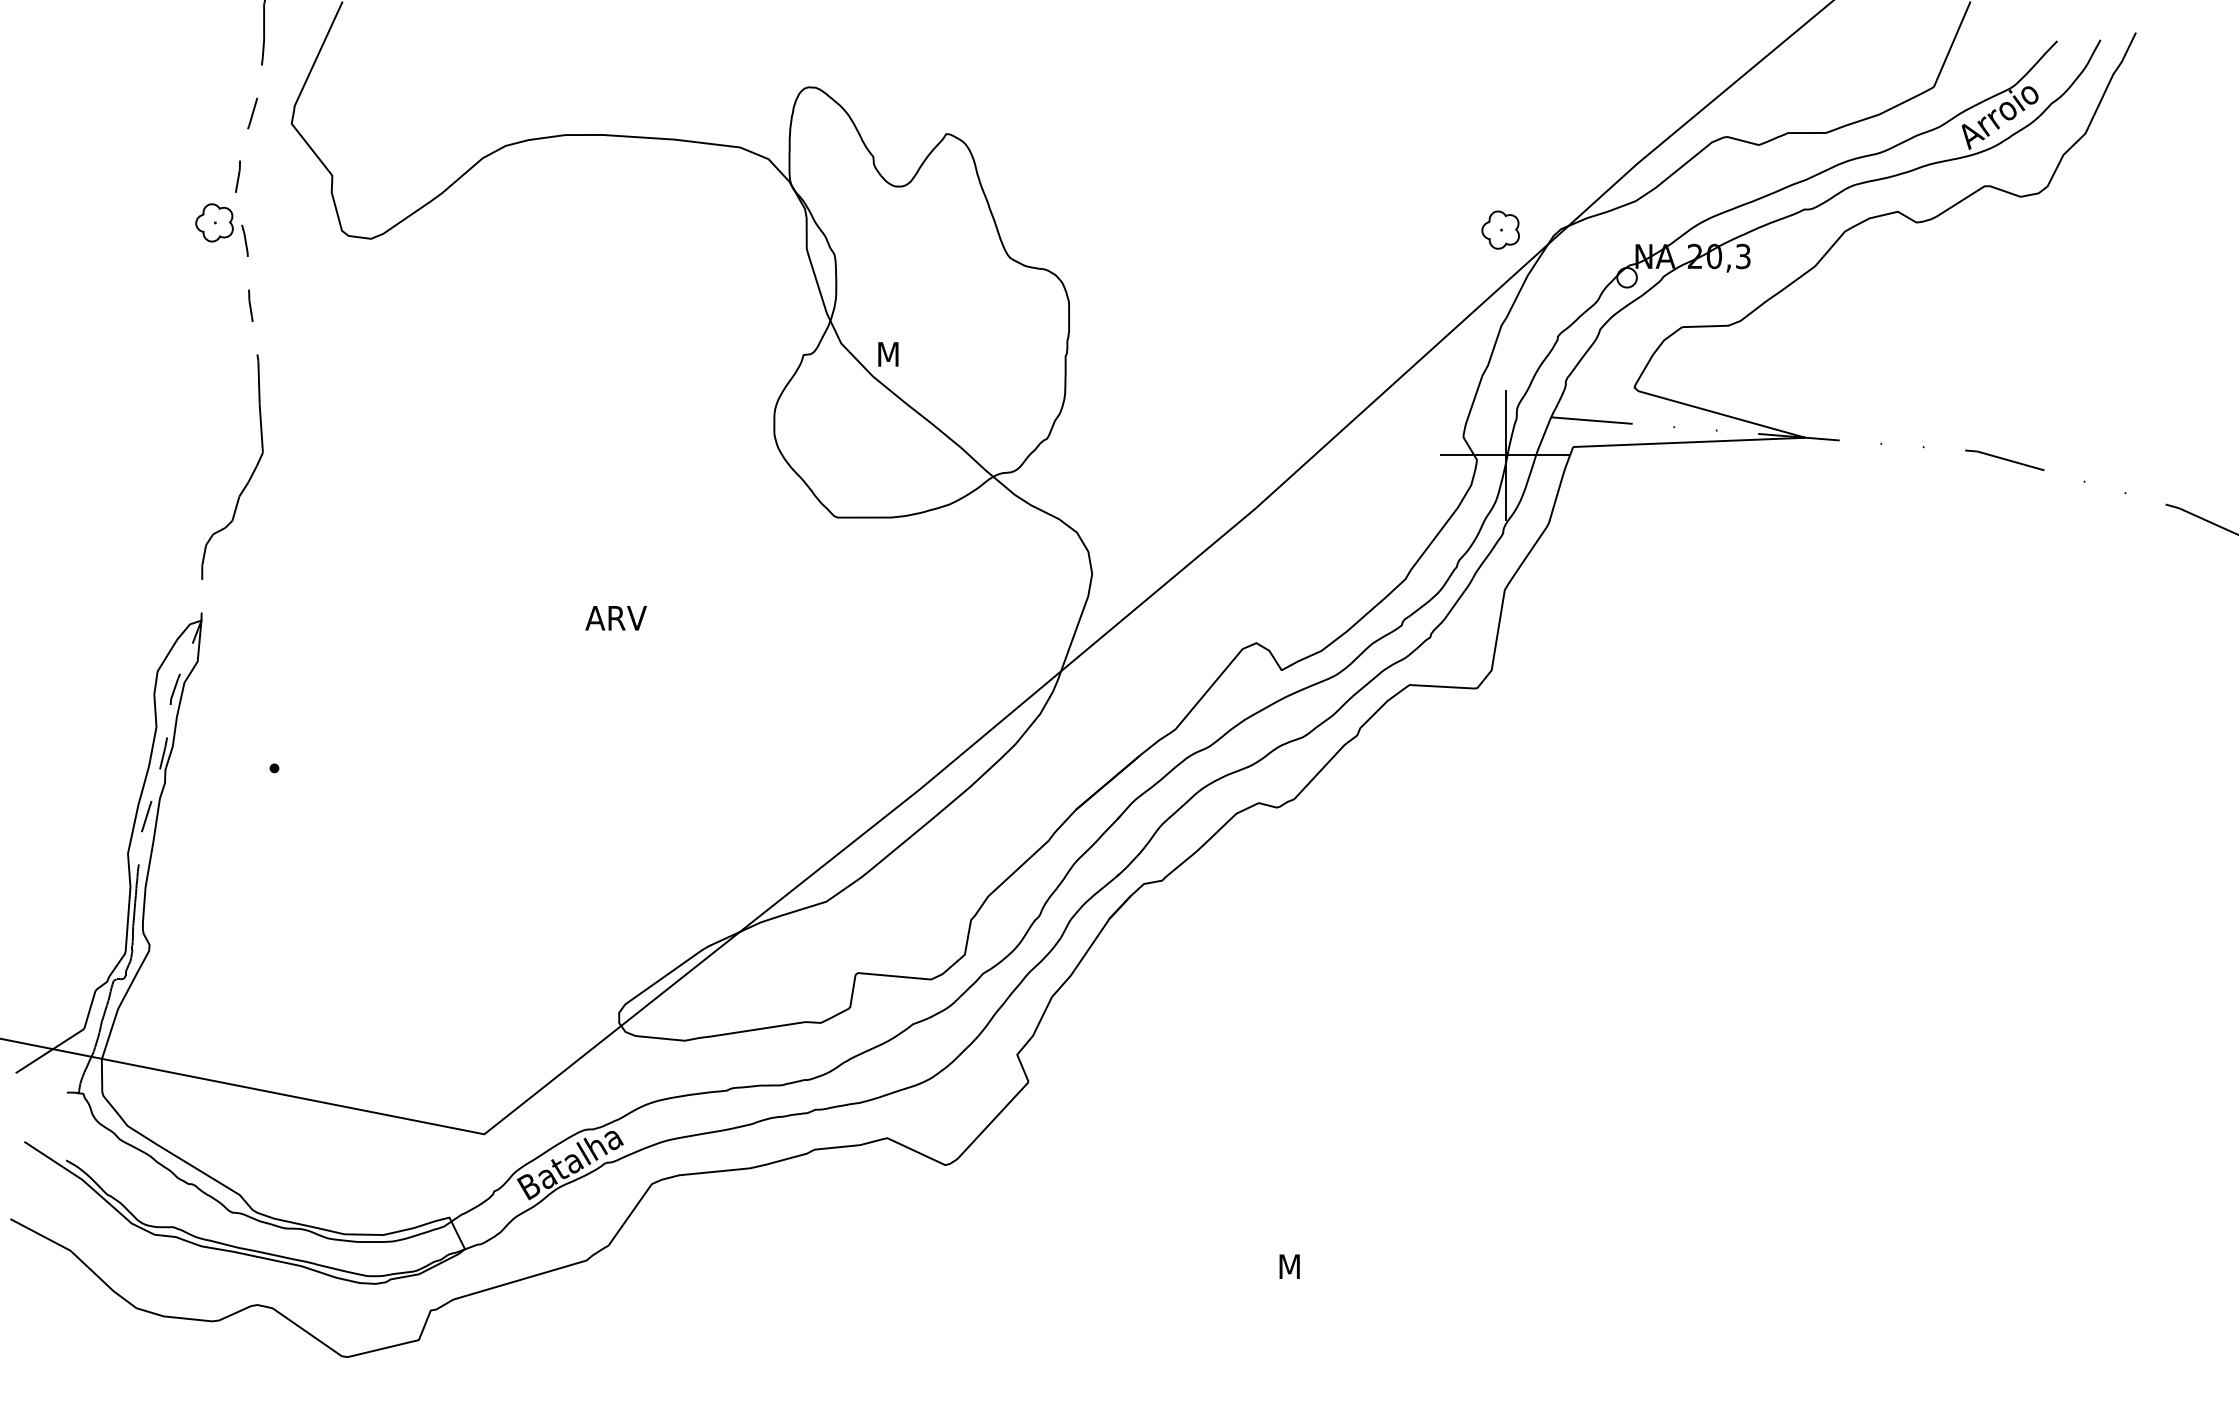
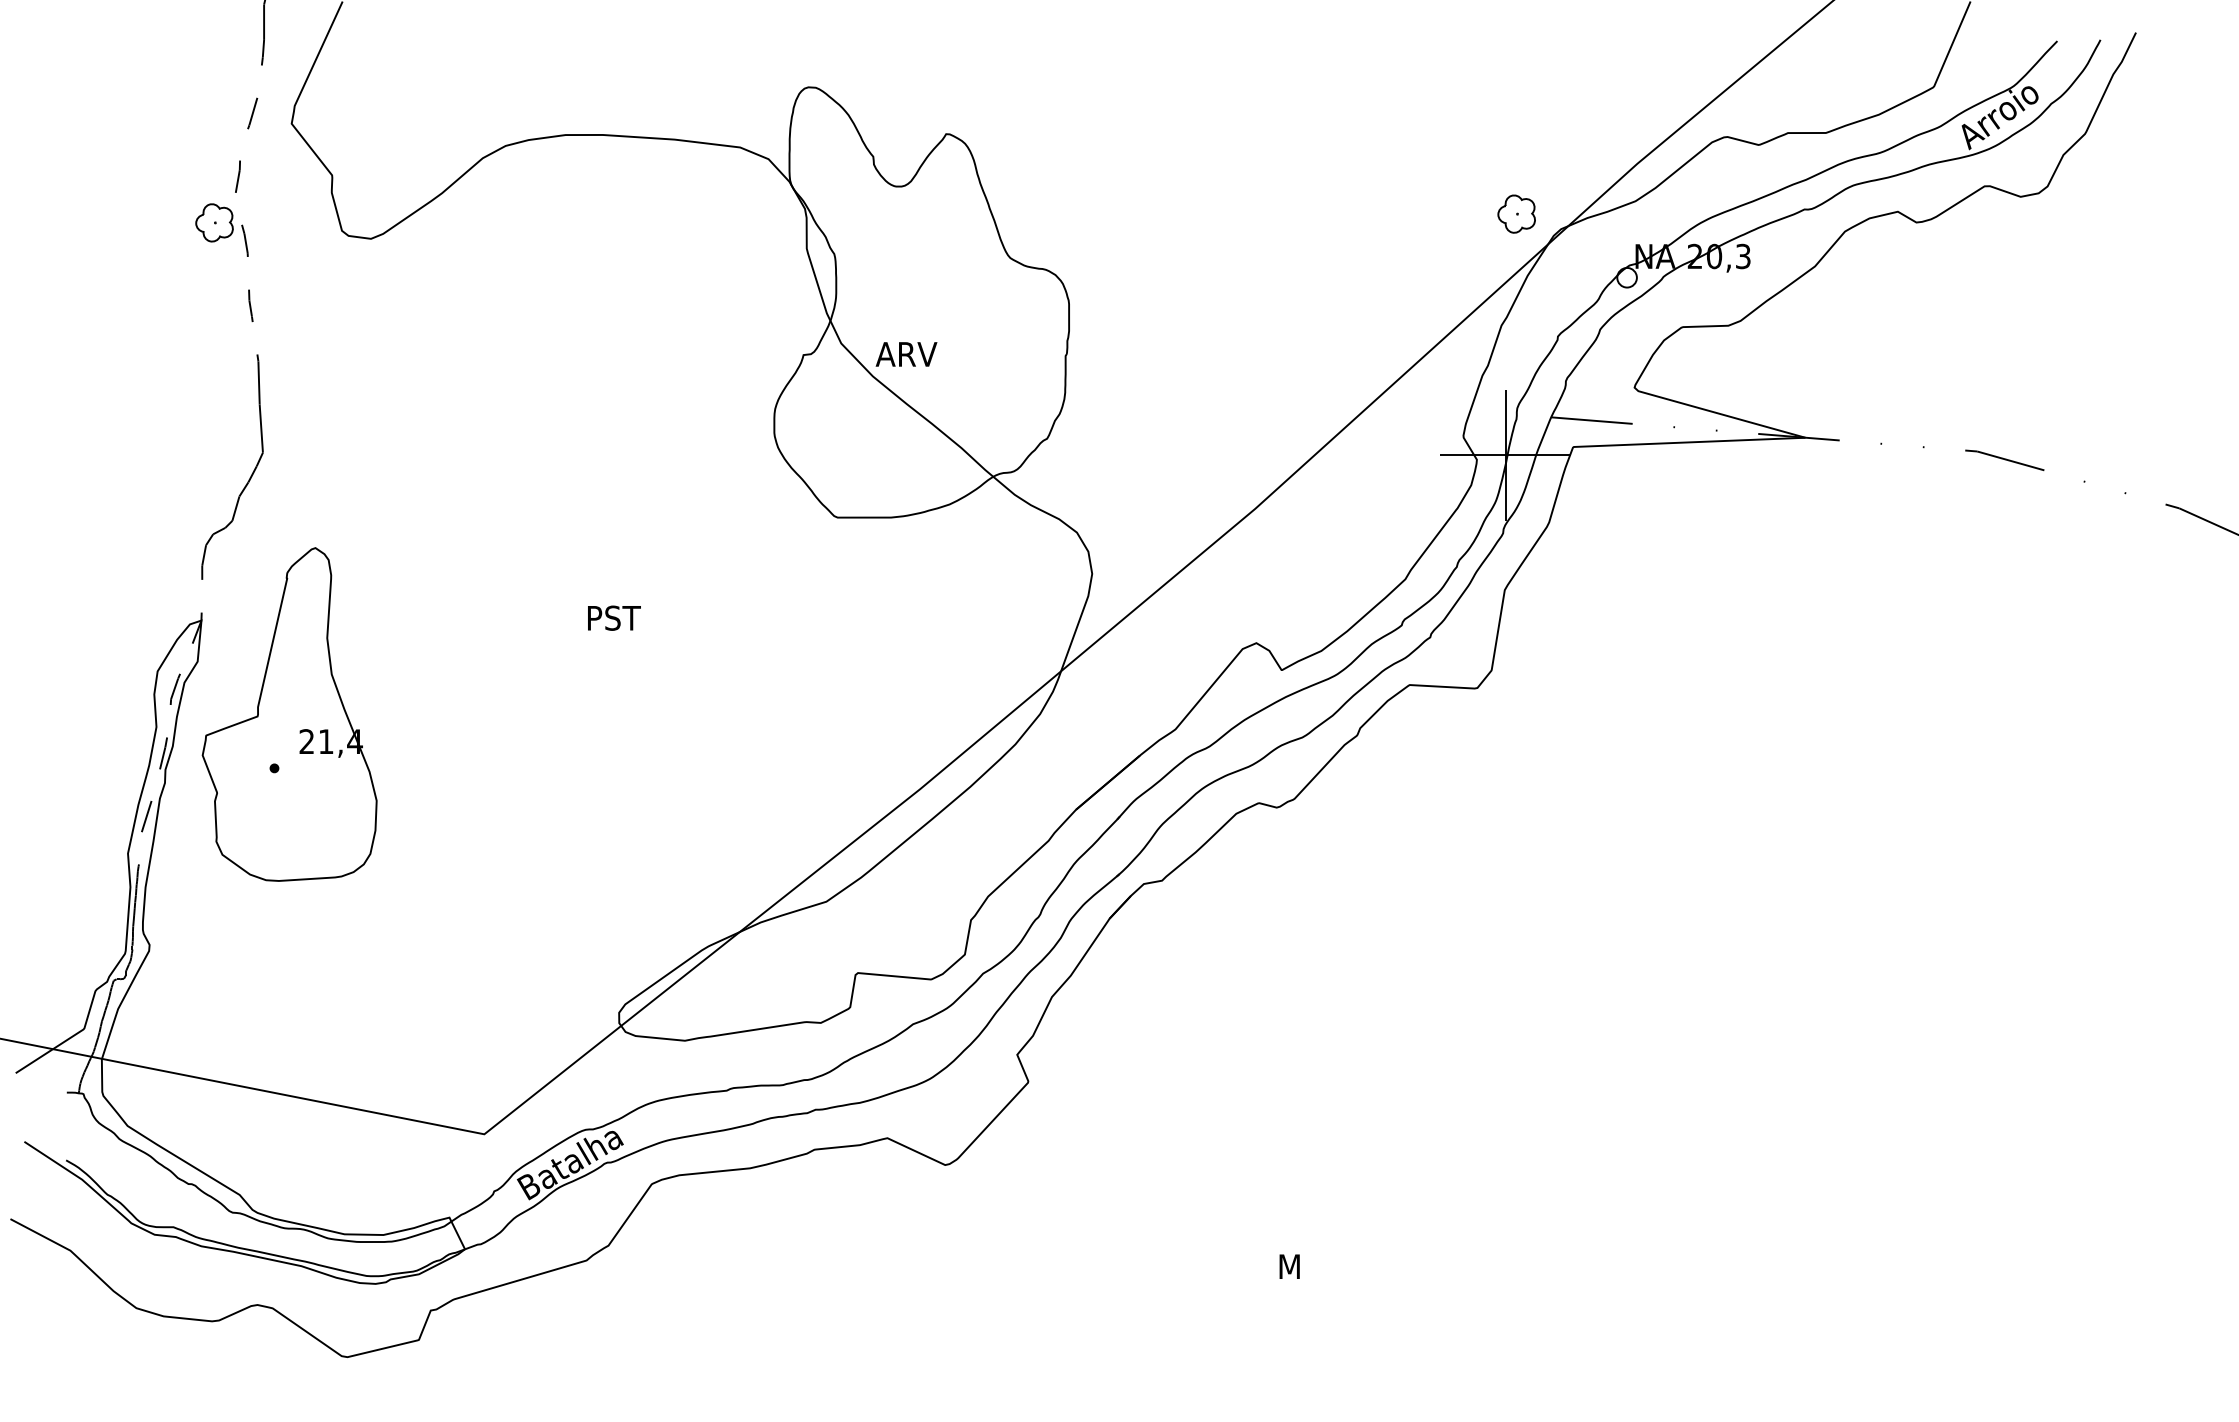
part at (1500, 229) position: (1500, 229) -> (1516, 213)
text at (906, 354): M -> ARV
text at (615, 617): ARV -> PST
part at (289, 714): none -> present
